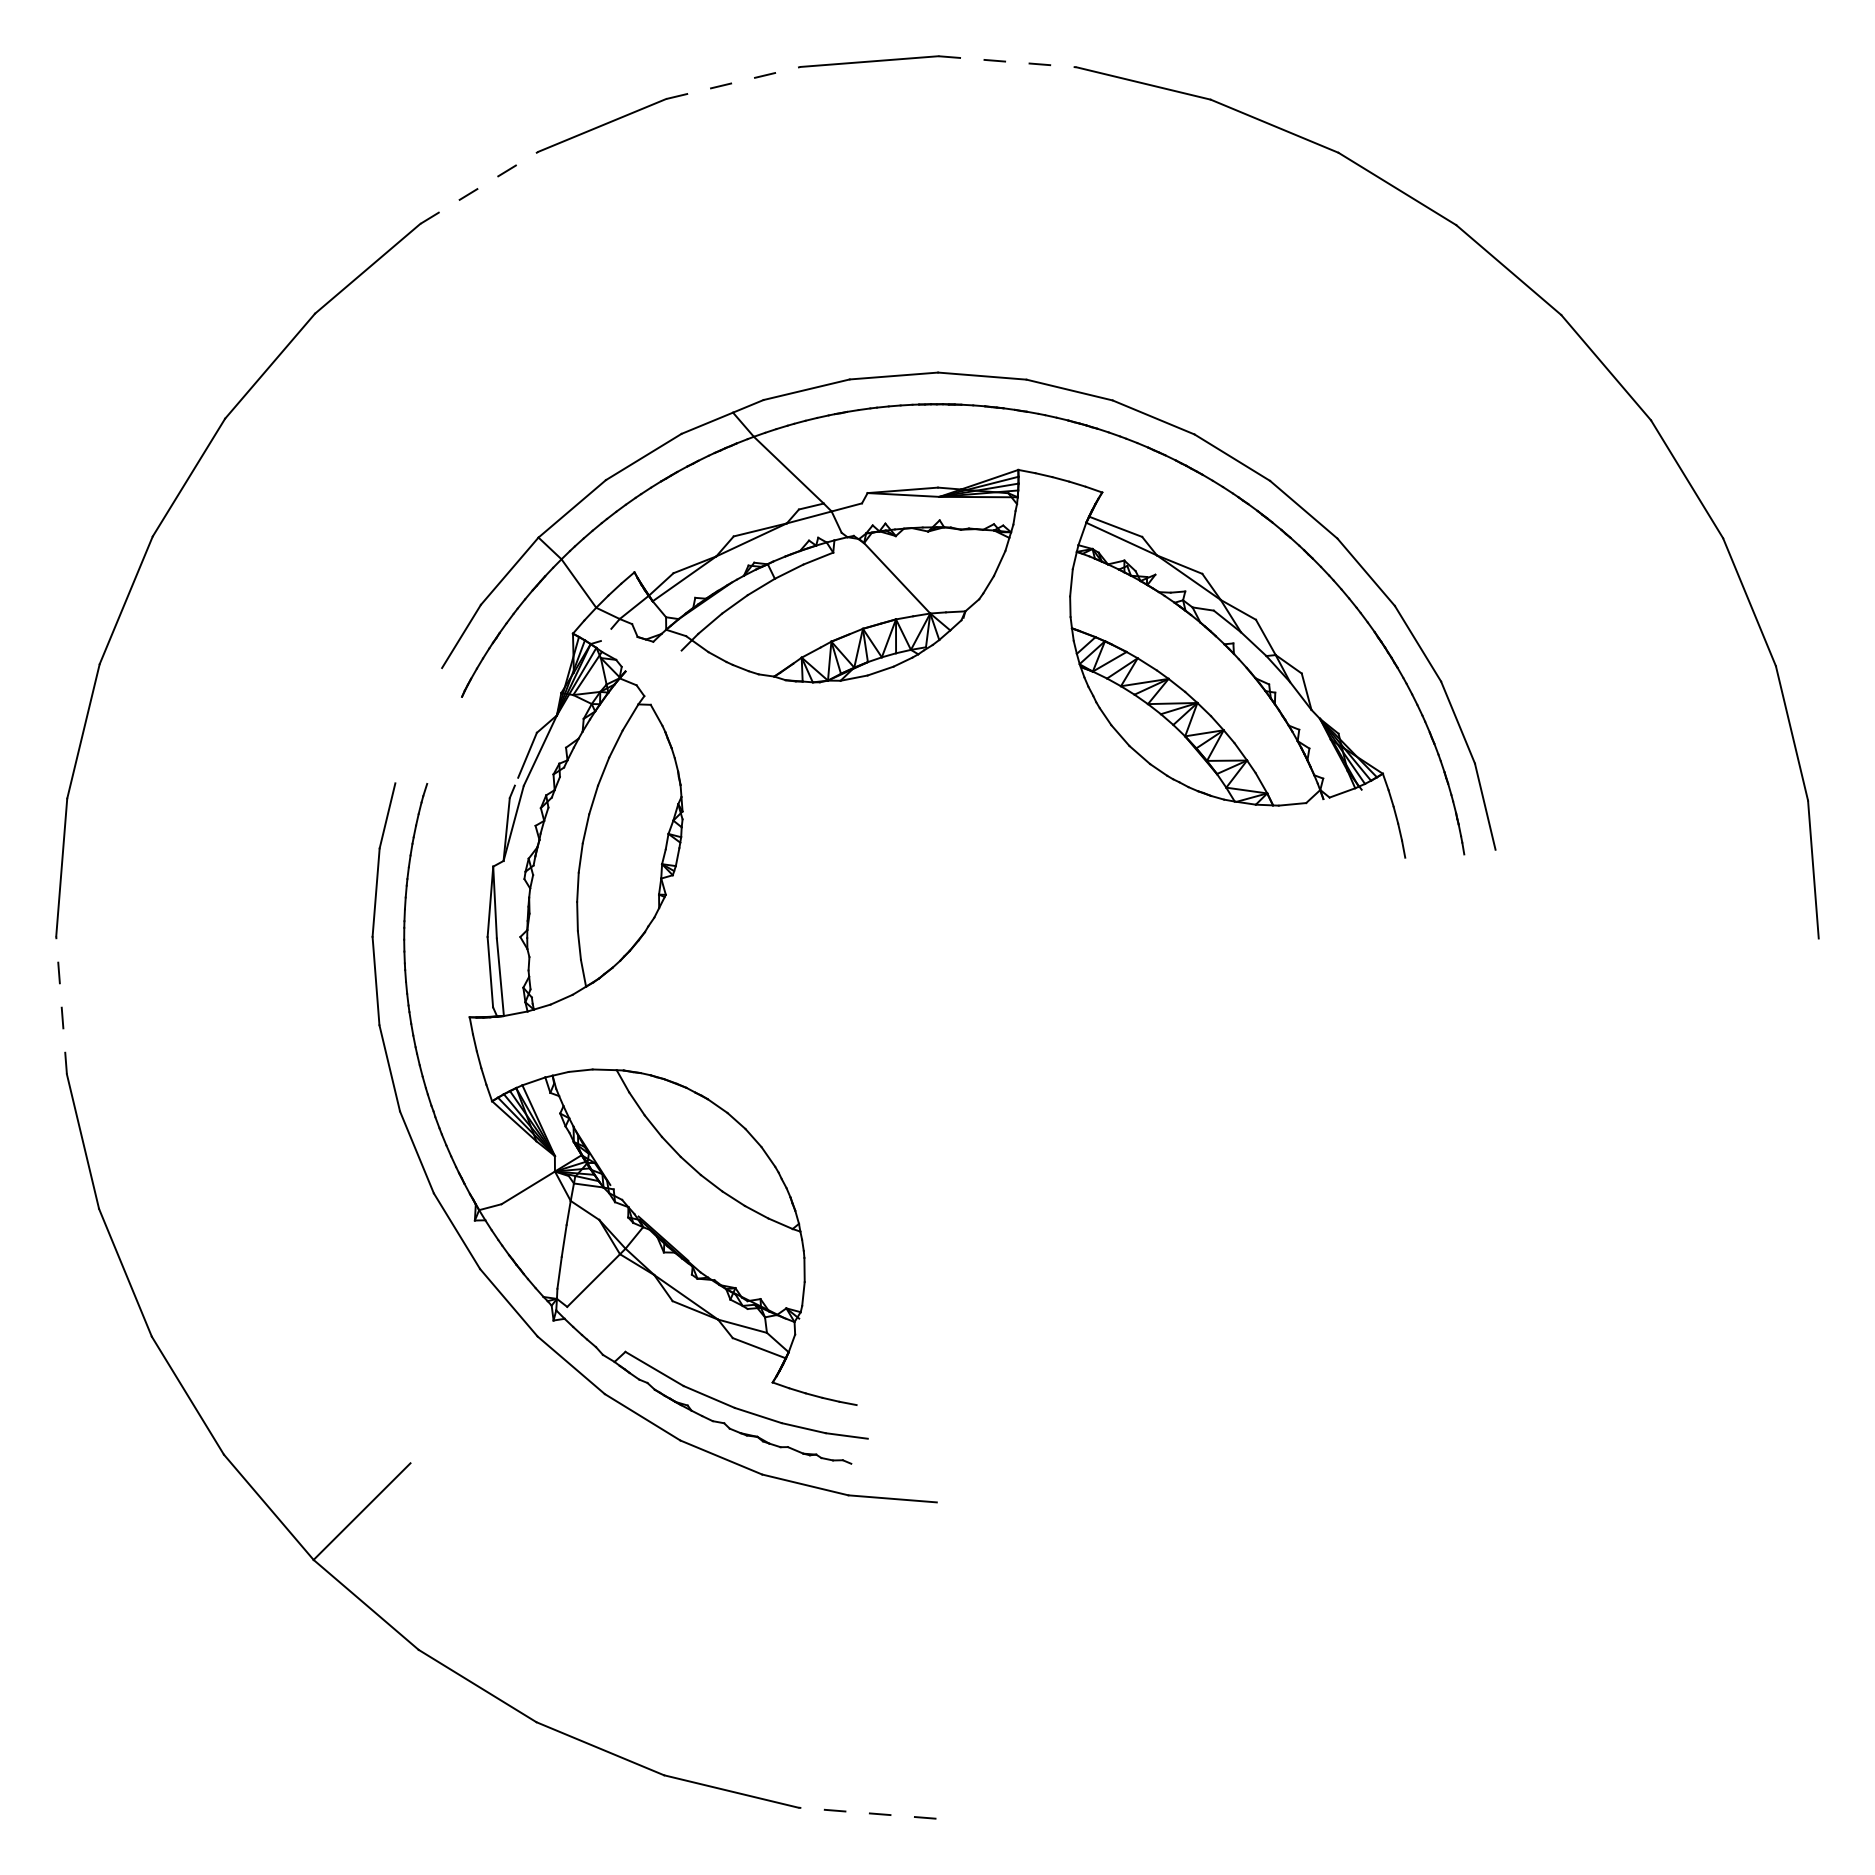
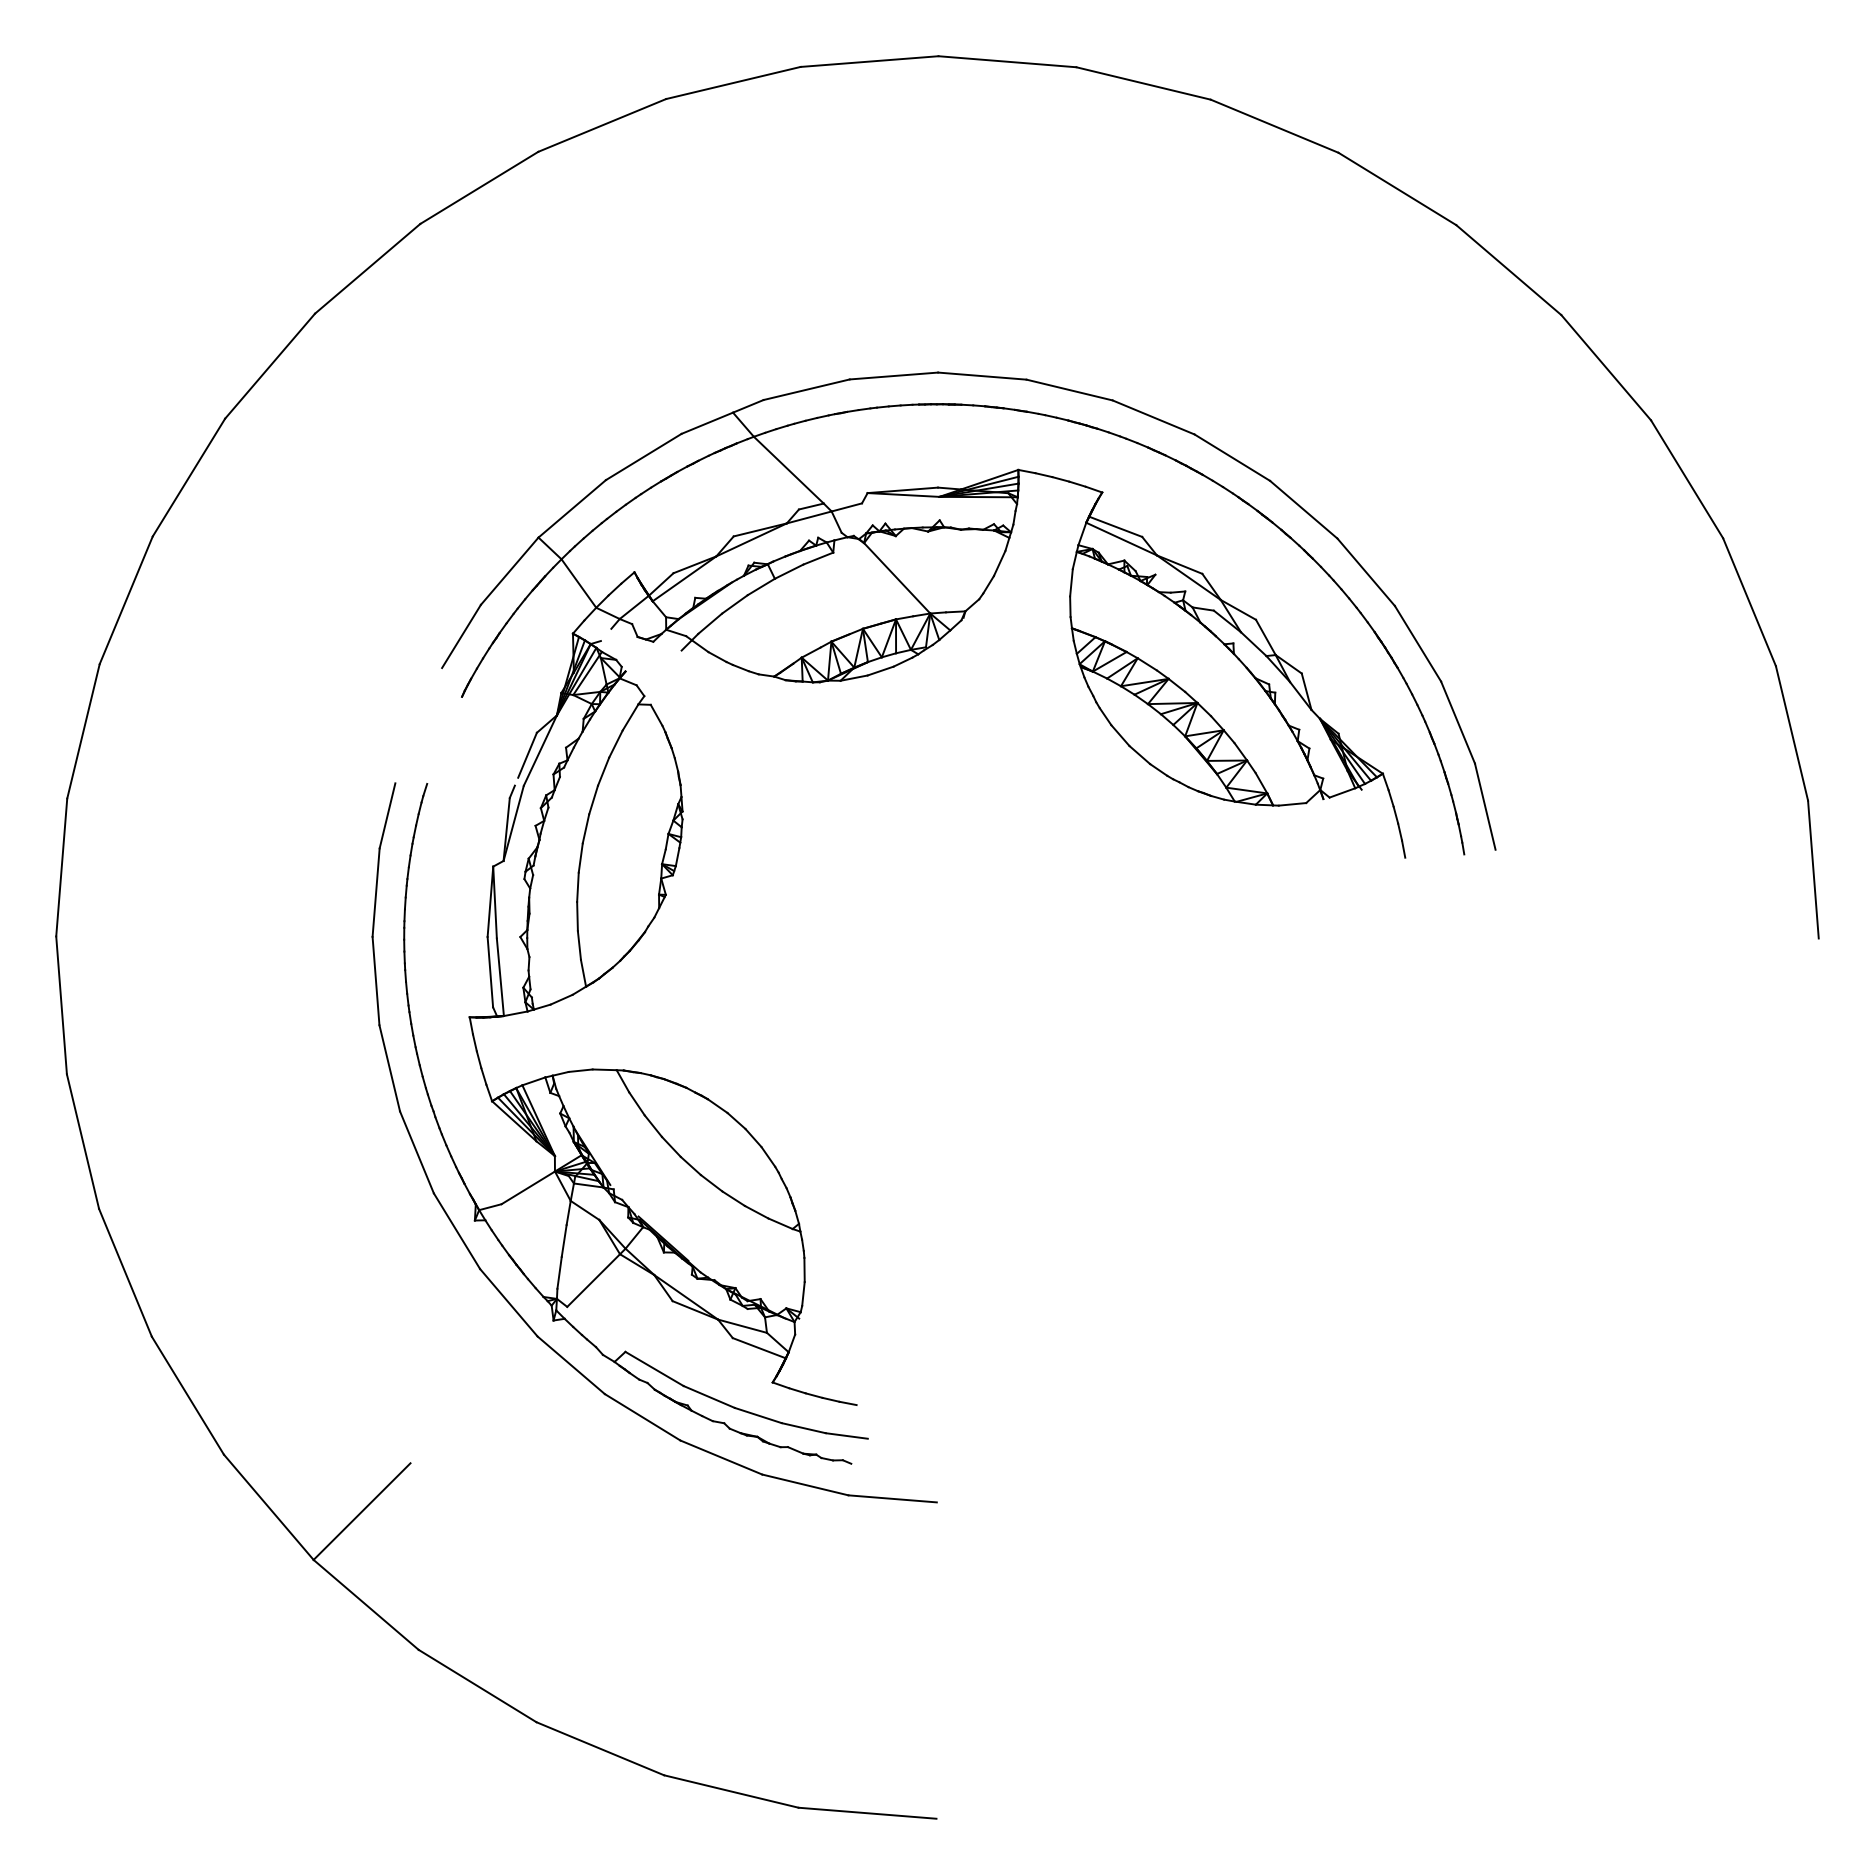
line at (1007, 61): dashed -> solid
line at (733, 82): dashed -> solid
line at (479, 187): dashed -> solid
line at (61, 1004): dashed -> solid
line at (867, 1813): dashed -> solid
